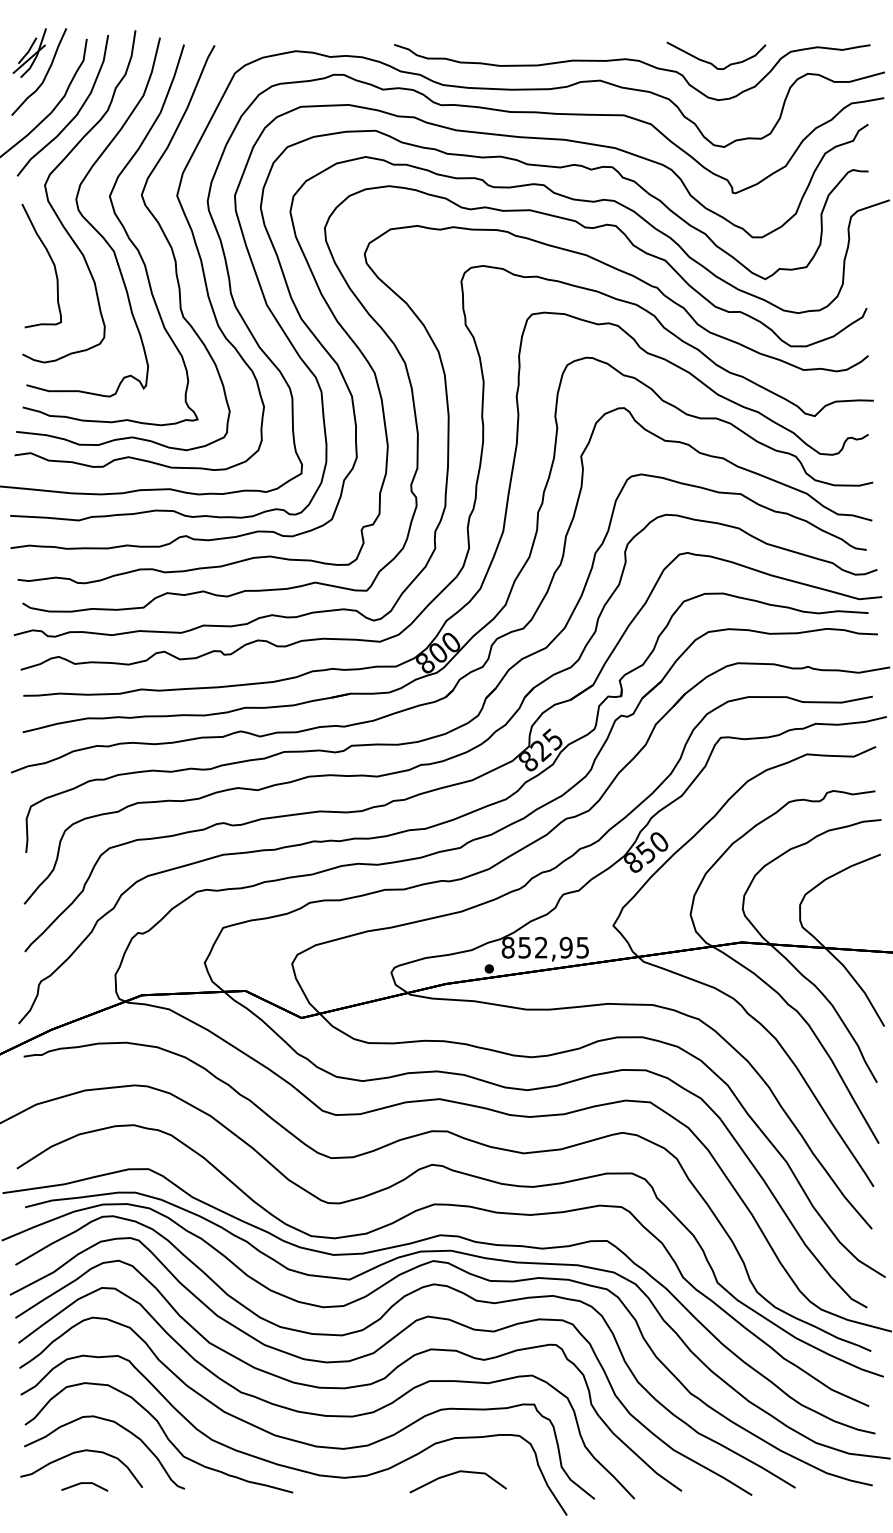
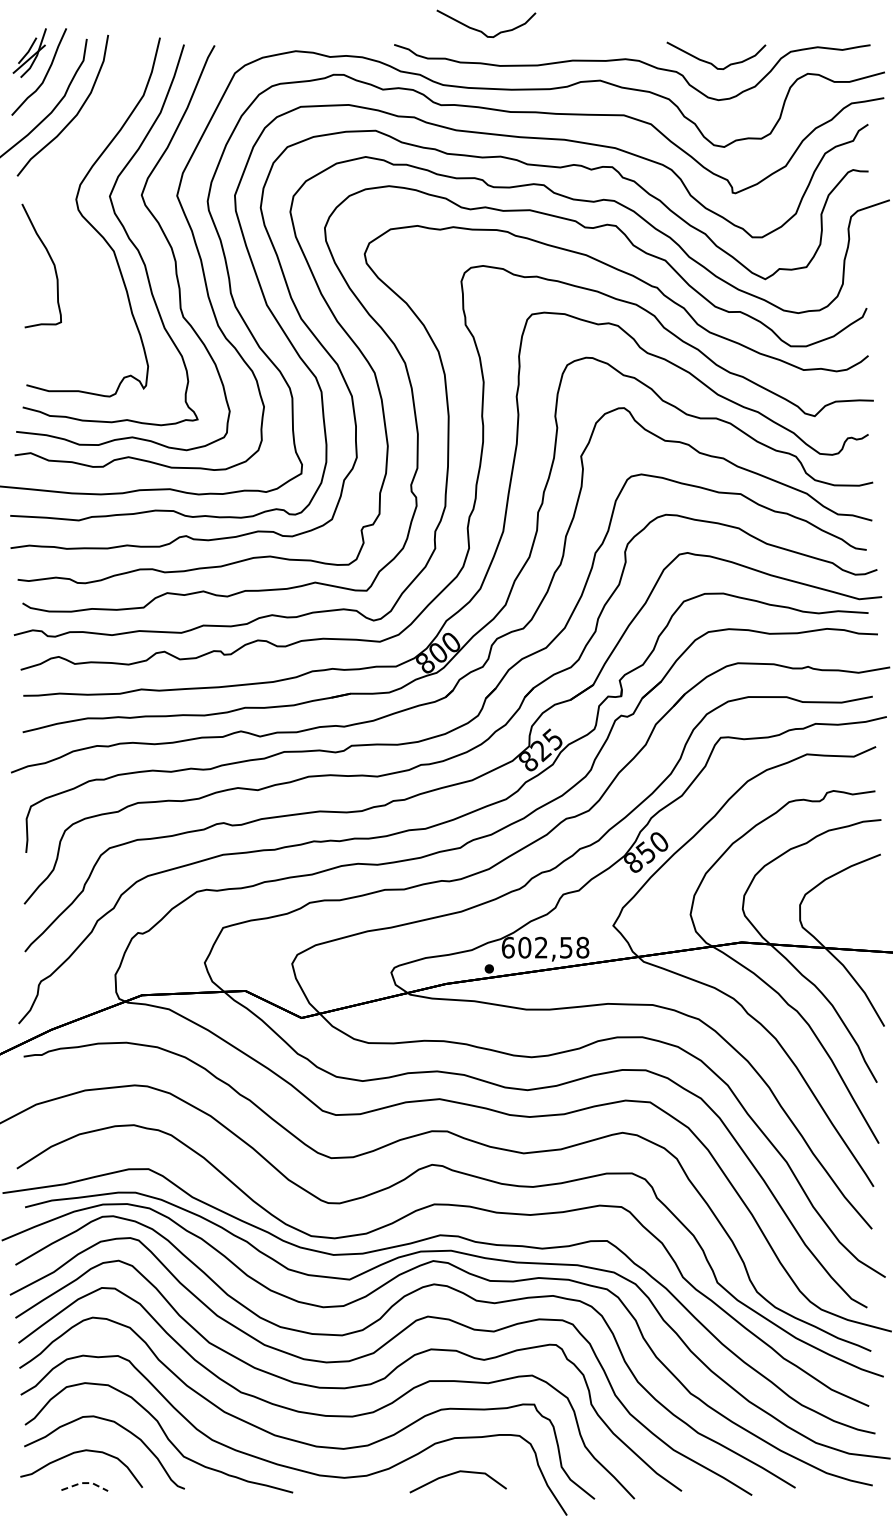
curve at (481, 30): none -> present
curve at (56, 212): present -> none
text at (545, 947): 852,95 -> 602,58
line at (85, 1483): solid -> dashed
